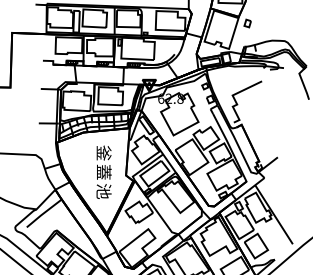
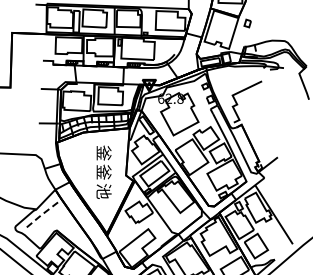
text at (103, 171): 蓋 -> 釜
line at (44, 213): solid -> dashed
